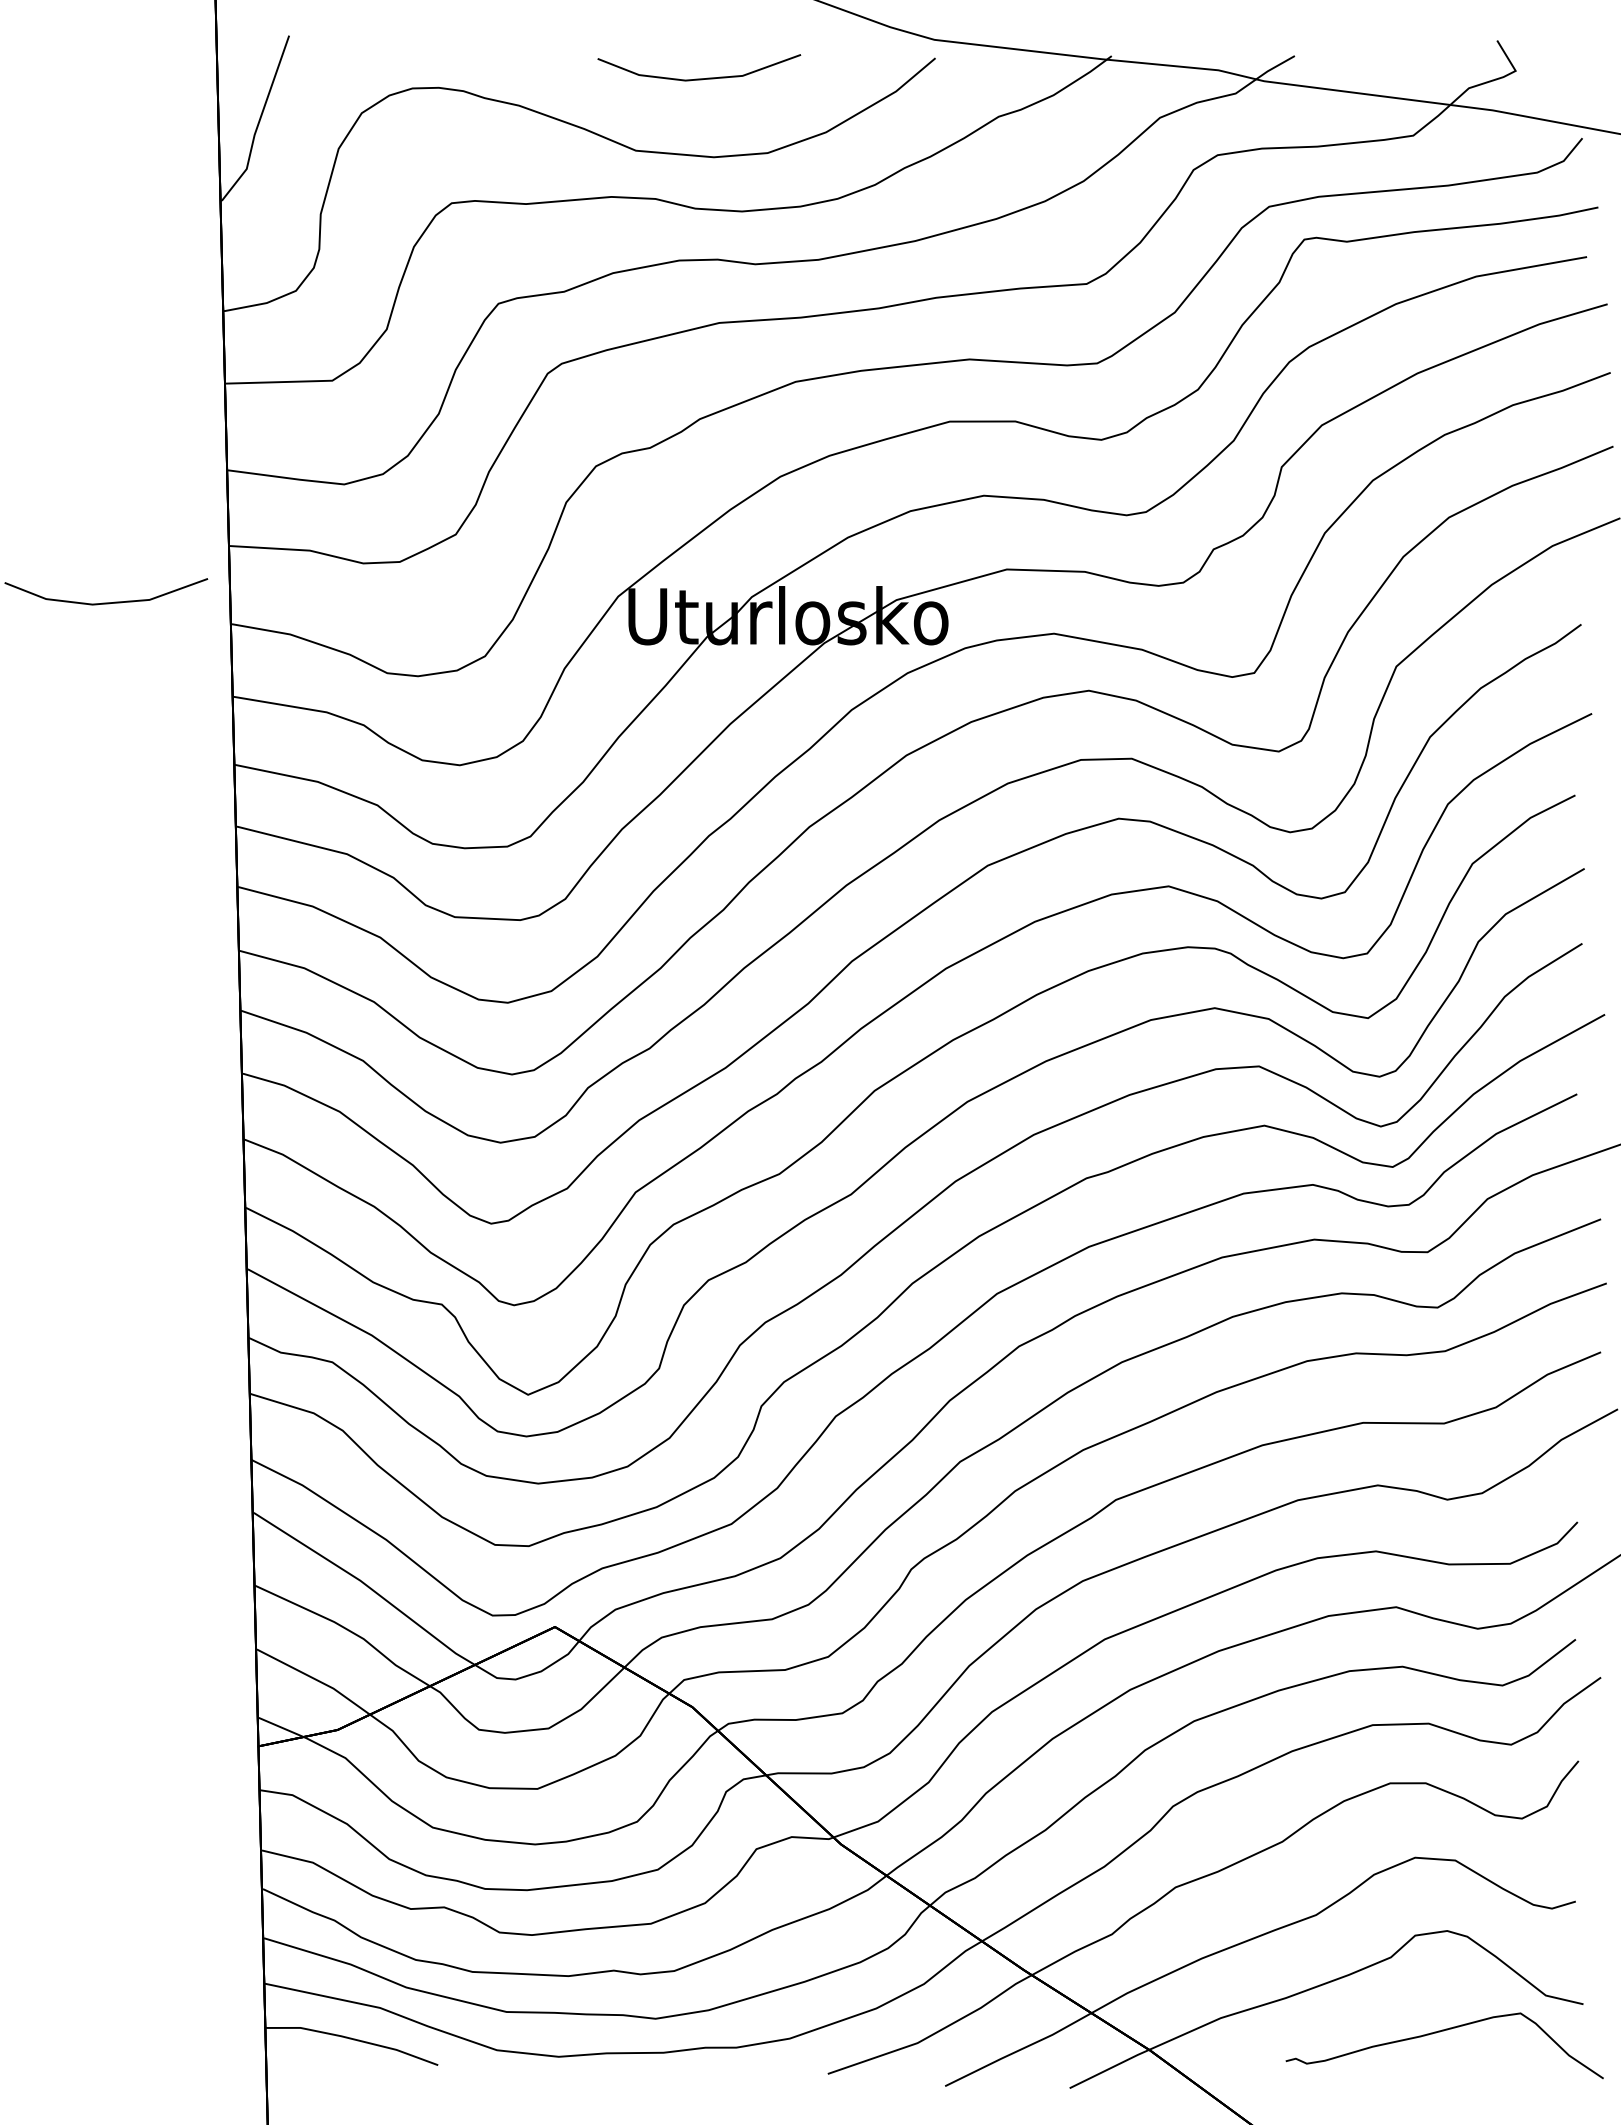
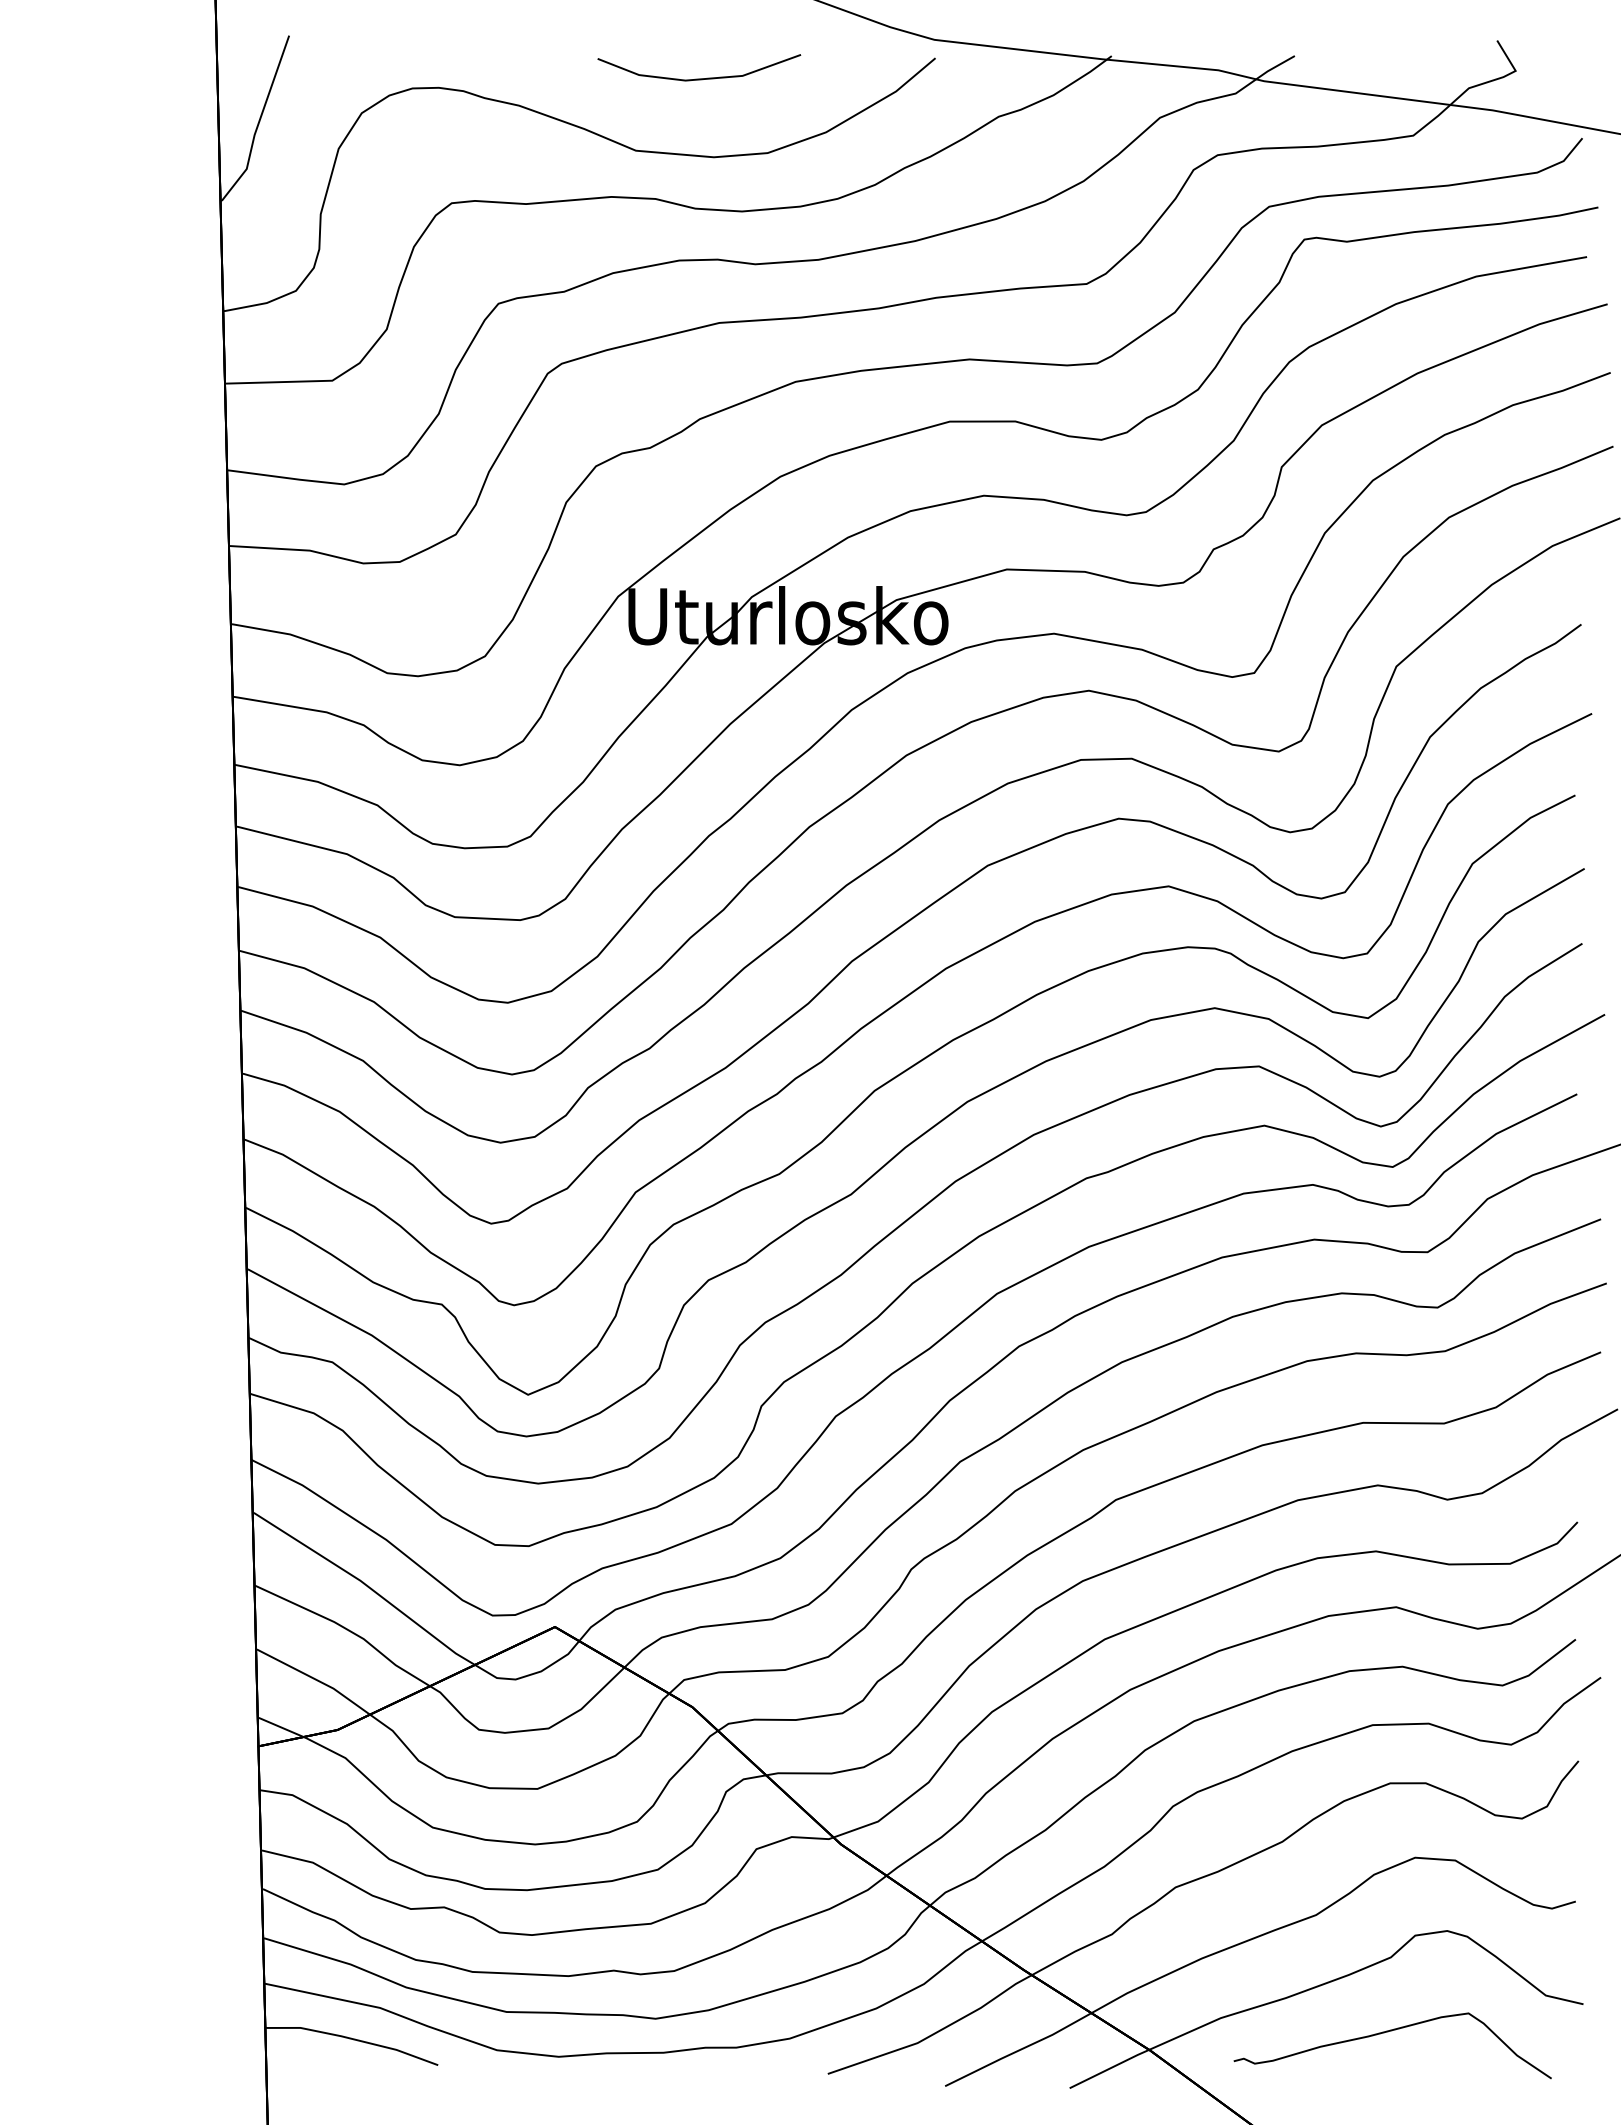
line at (106, 602): present -> none
curve at (1440, 2032) position: (1440, 2032) -> (1388, 2032)
